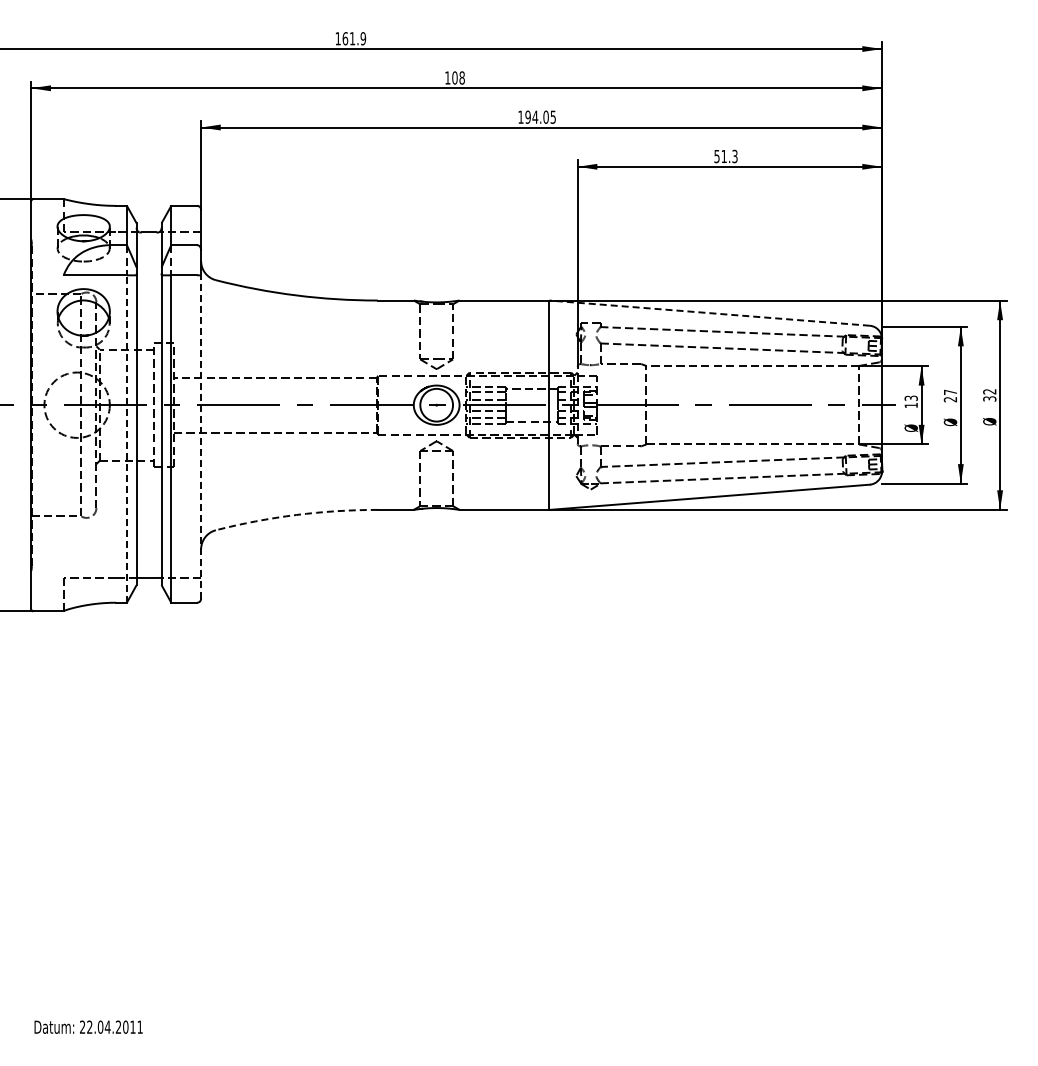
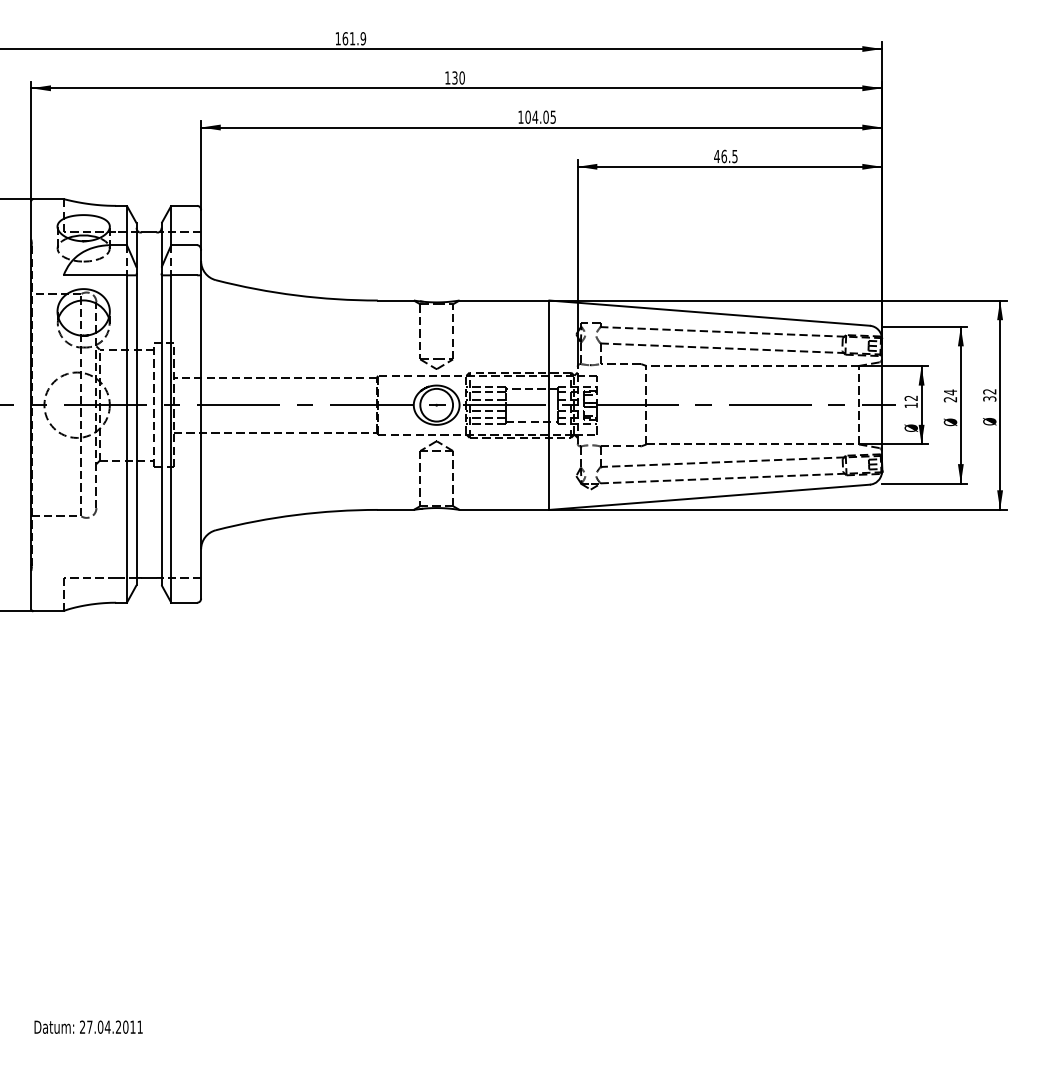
text at (458, 77): 108 -> 130
text at (527, 117): 194.05 -> 104.05
text at (725, 156): 51.3 -> 46.5
line at (709, 313): dashed -> solid
text at (950, 392): 27 -> 24
text at (911, 397): 13 -> 12
line at (201, 436): dashed -> solid
line at (126, 439): dashed -> solid
arc at (296, 515): dashed -> solid
text at (89, 1026): 22.04.2011 -> 27.04.2011
